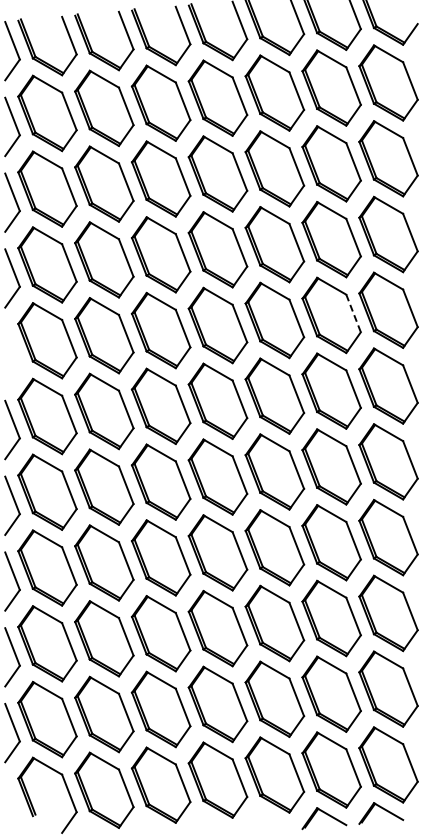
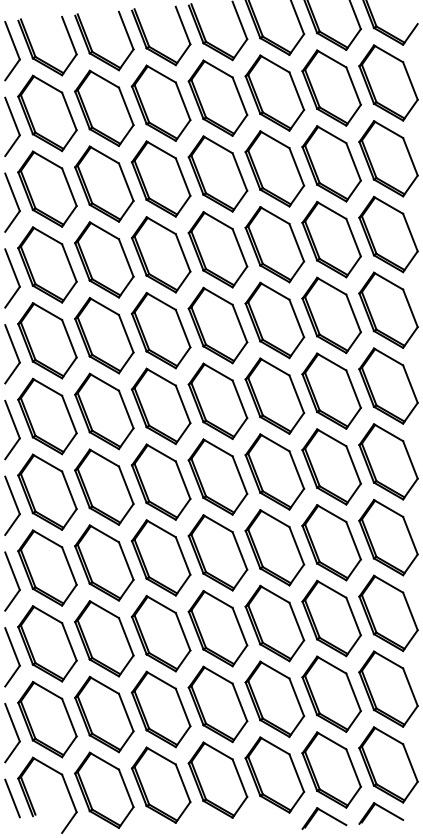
line at (353, 313): dashed -> solid
part at (12, 354): none -> present
line at (12, 798): none -> present
